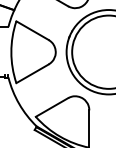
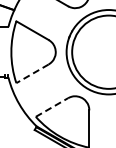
line at (32, 73): solid -> dashed
line at (52, 107): solid -> dashed
